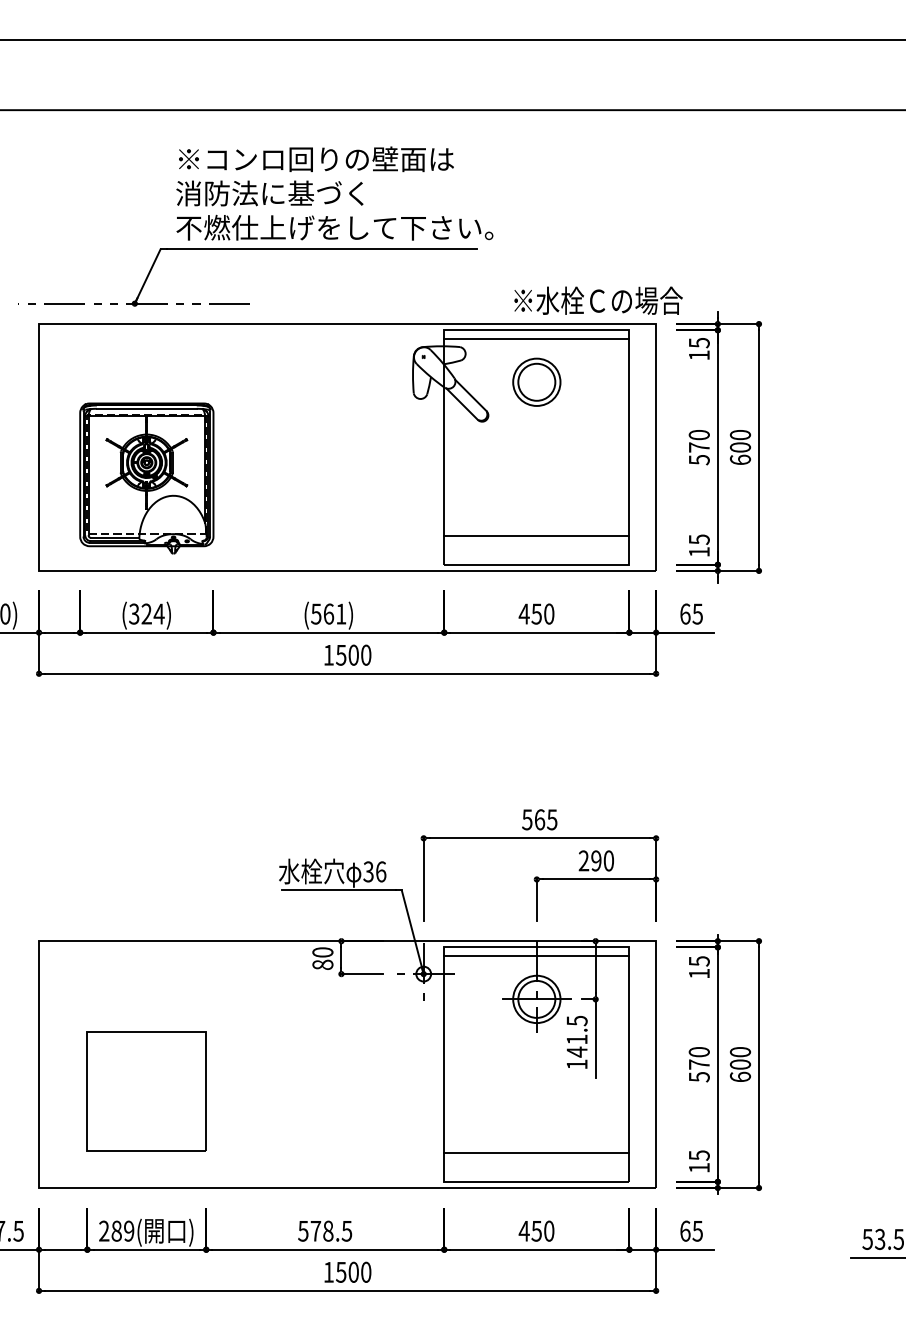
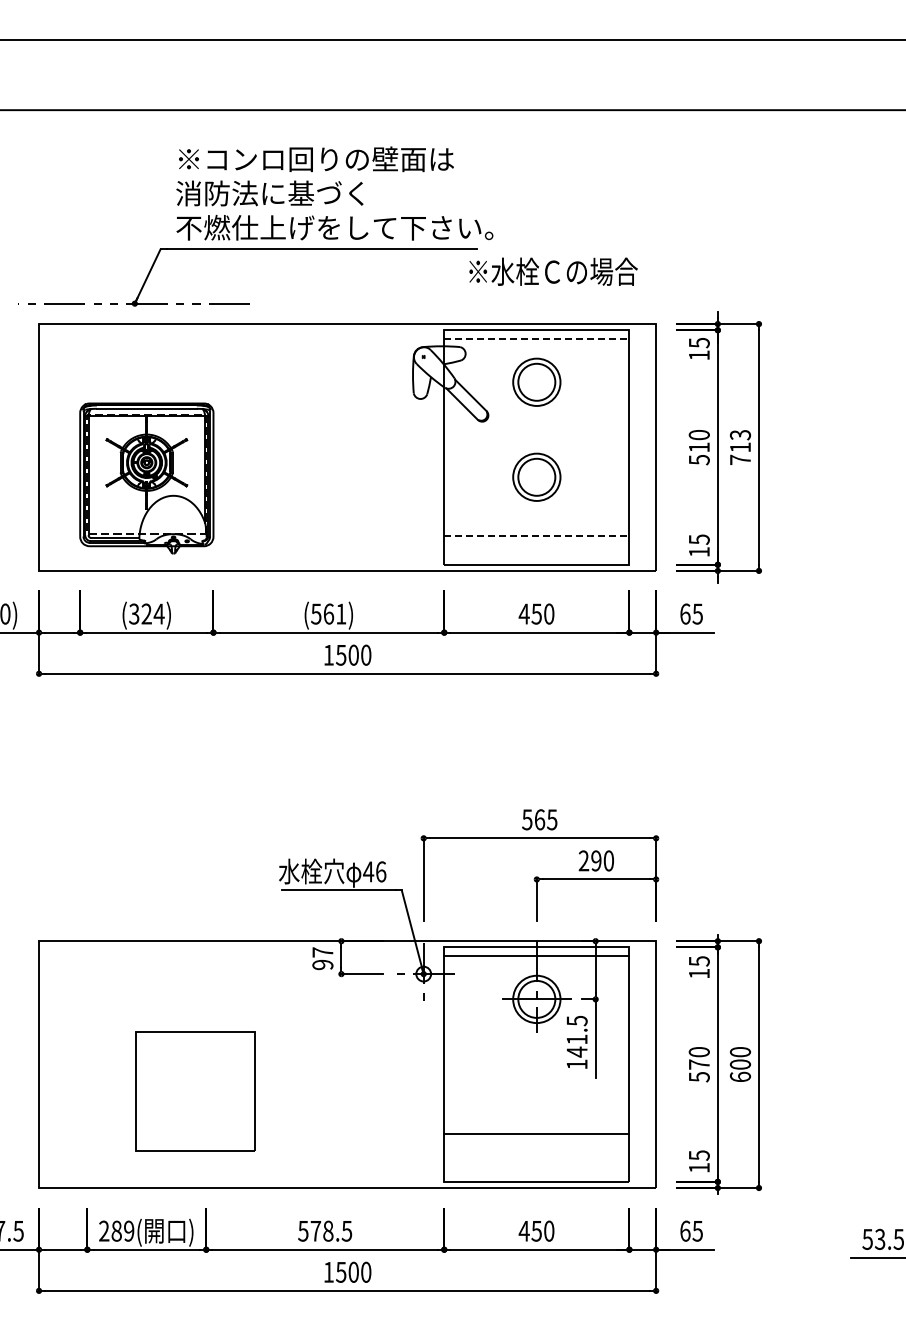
text at (598, 300) position: (598, 300) -> (553, 271)
line at (536, 338): solid -> dashed
text at (699, 447): 570 -> 510
text at (740, 447): 600 -> 713
part at (536, 476): none -> present
line at (536, 536): solid -> dashed
text at (368, 871): 36 -> 46
text at (322, 958): 80 -> 97
part at (146, 1091) position: (146, 1091) -> (195, 1091)
line at (536, 1153) position: (536, 1153) -> (536, 1134)
